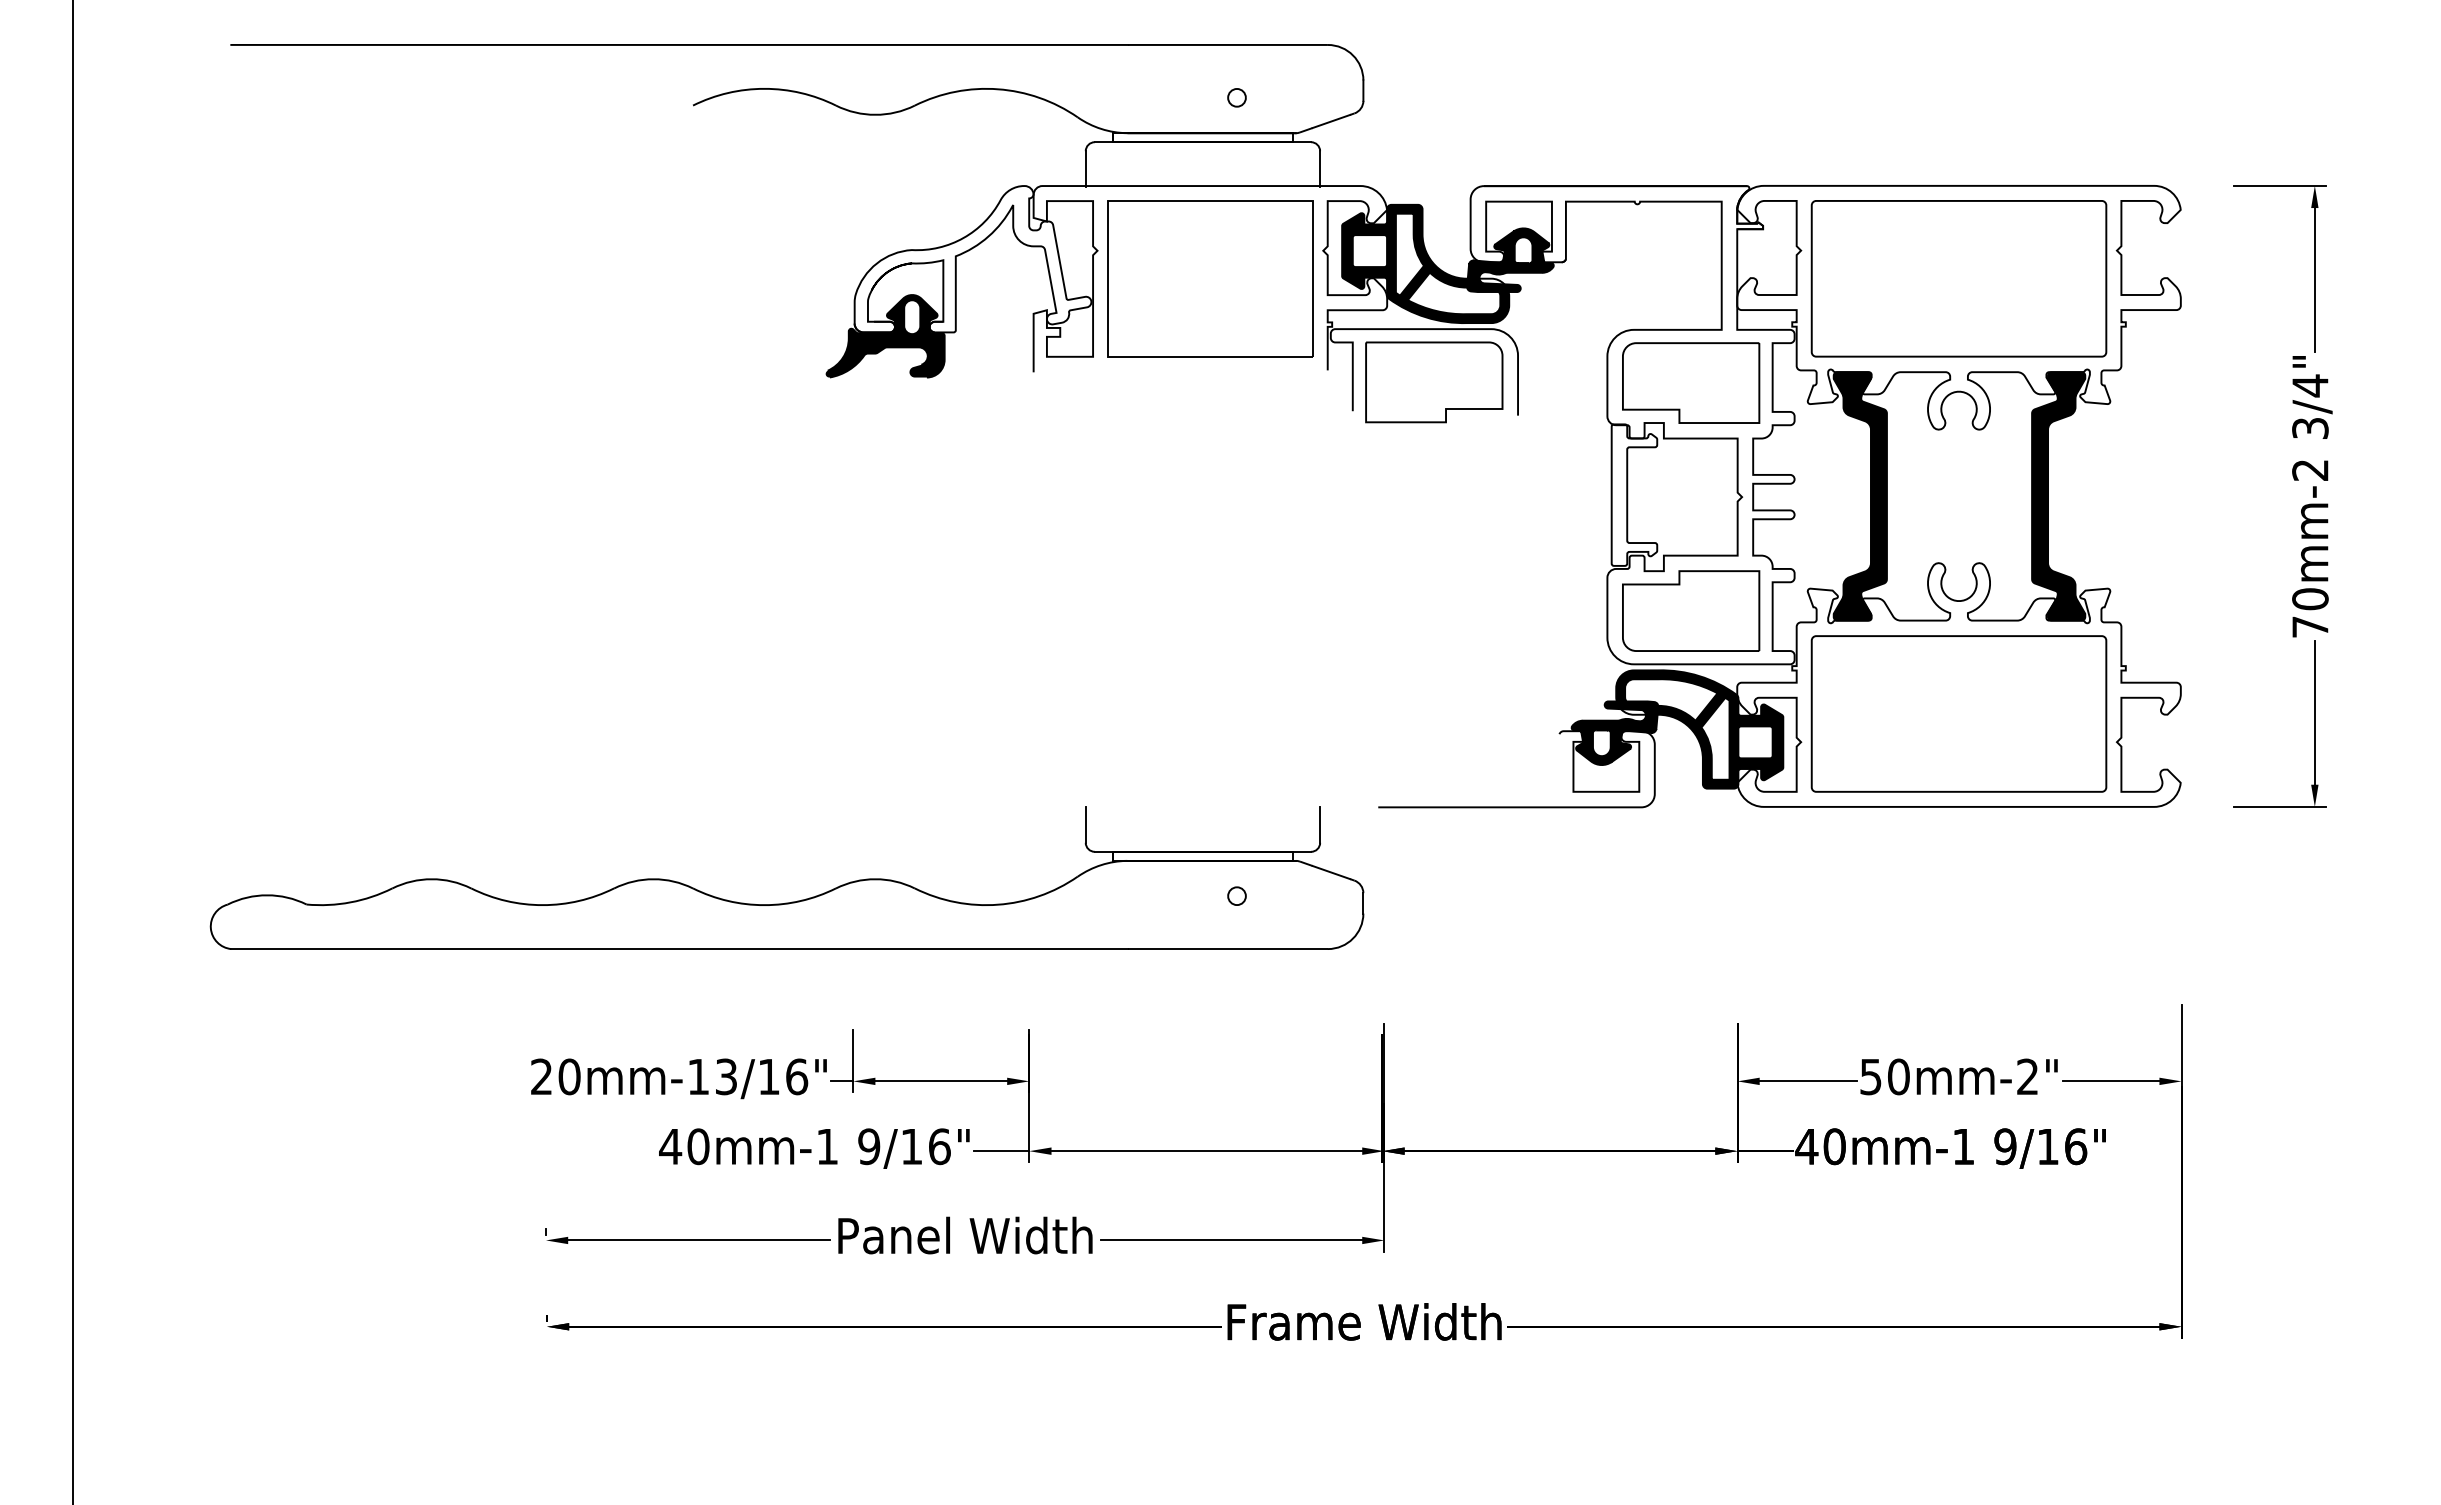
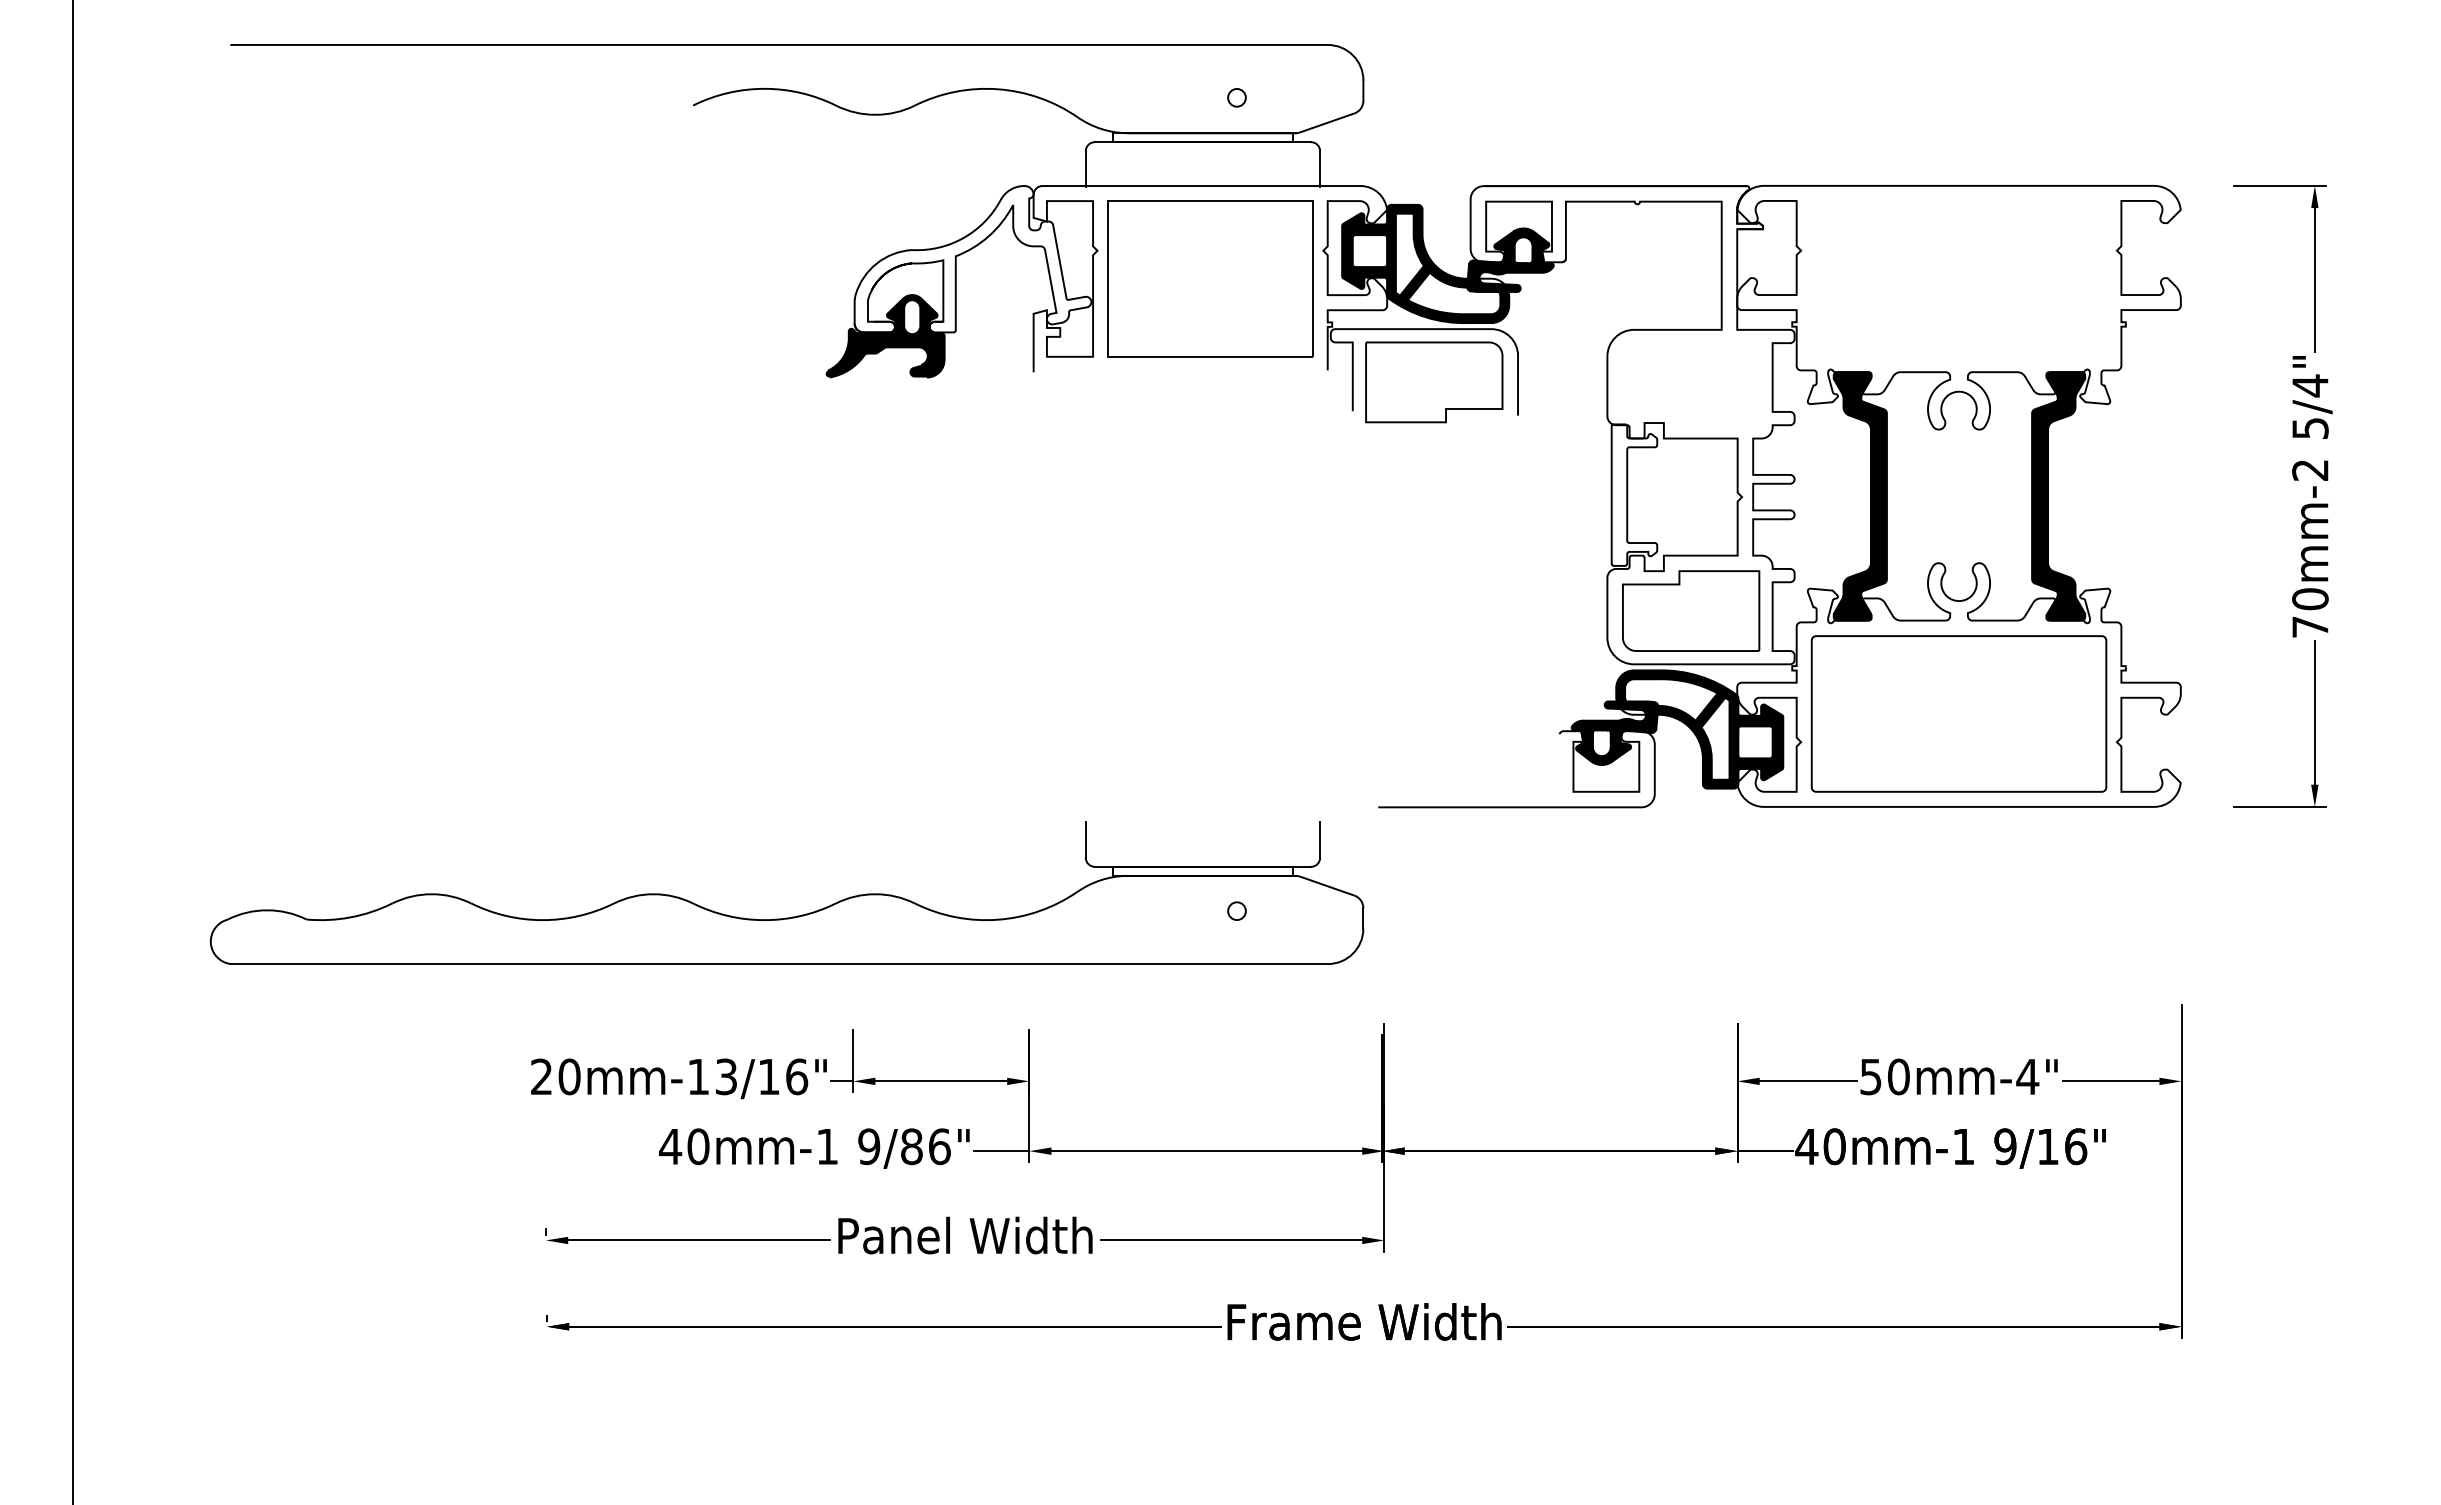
part at (1958, 278): present -> none
part at (1691, 382): present -> none
text at (2310, 428): 3/4" -> 5/4"
part at (791, 901) position: (791, 901) -> (791, 916)
text at (2027, 1076): 50mm-2" -> 50mm-4"
text at (911, 1146): 9/16" -> 9/86"
